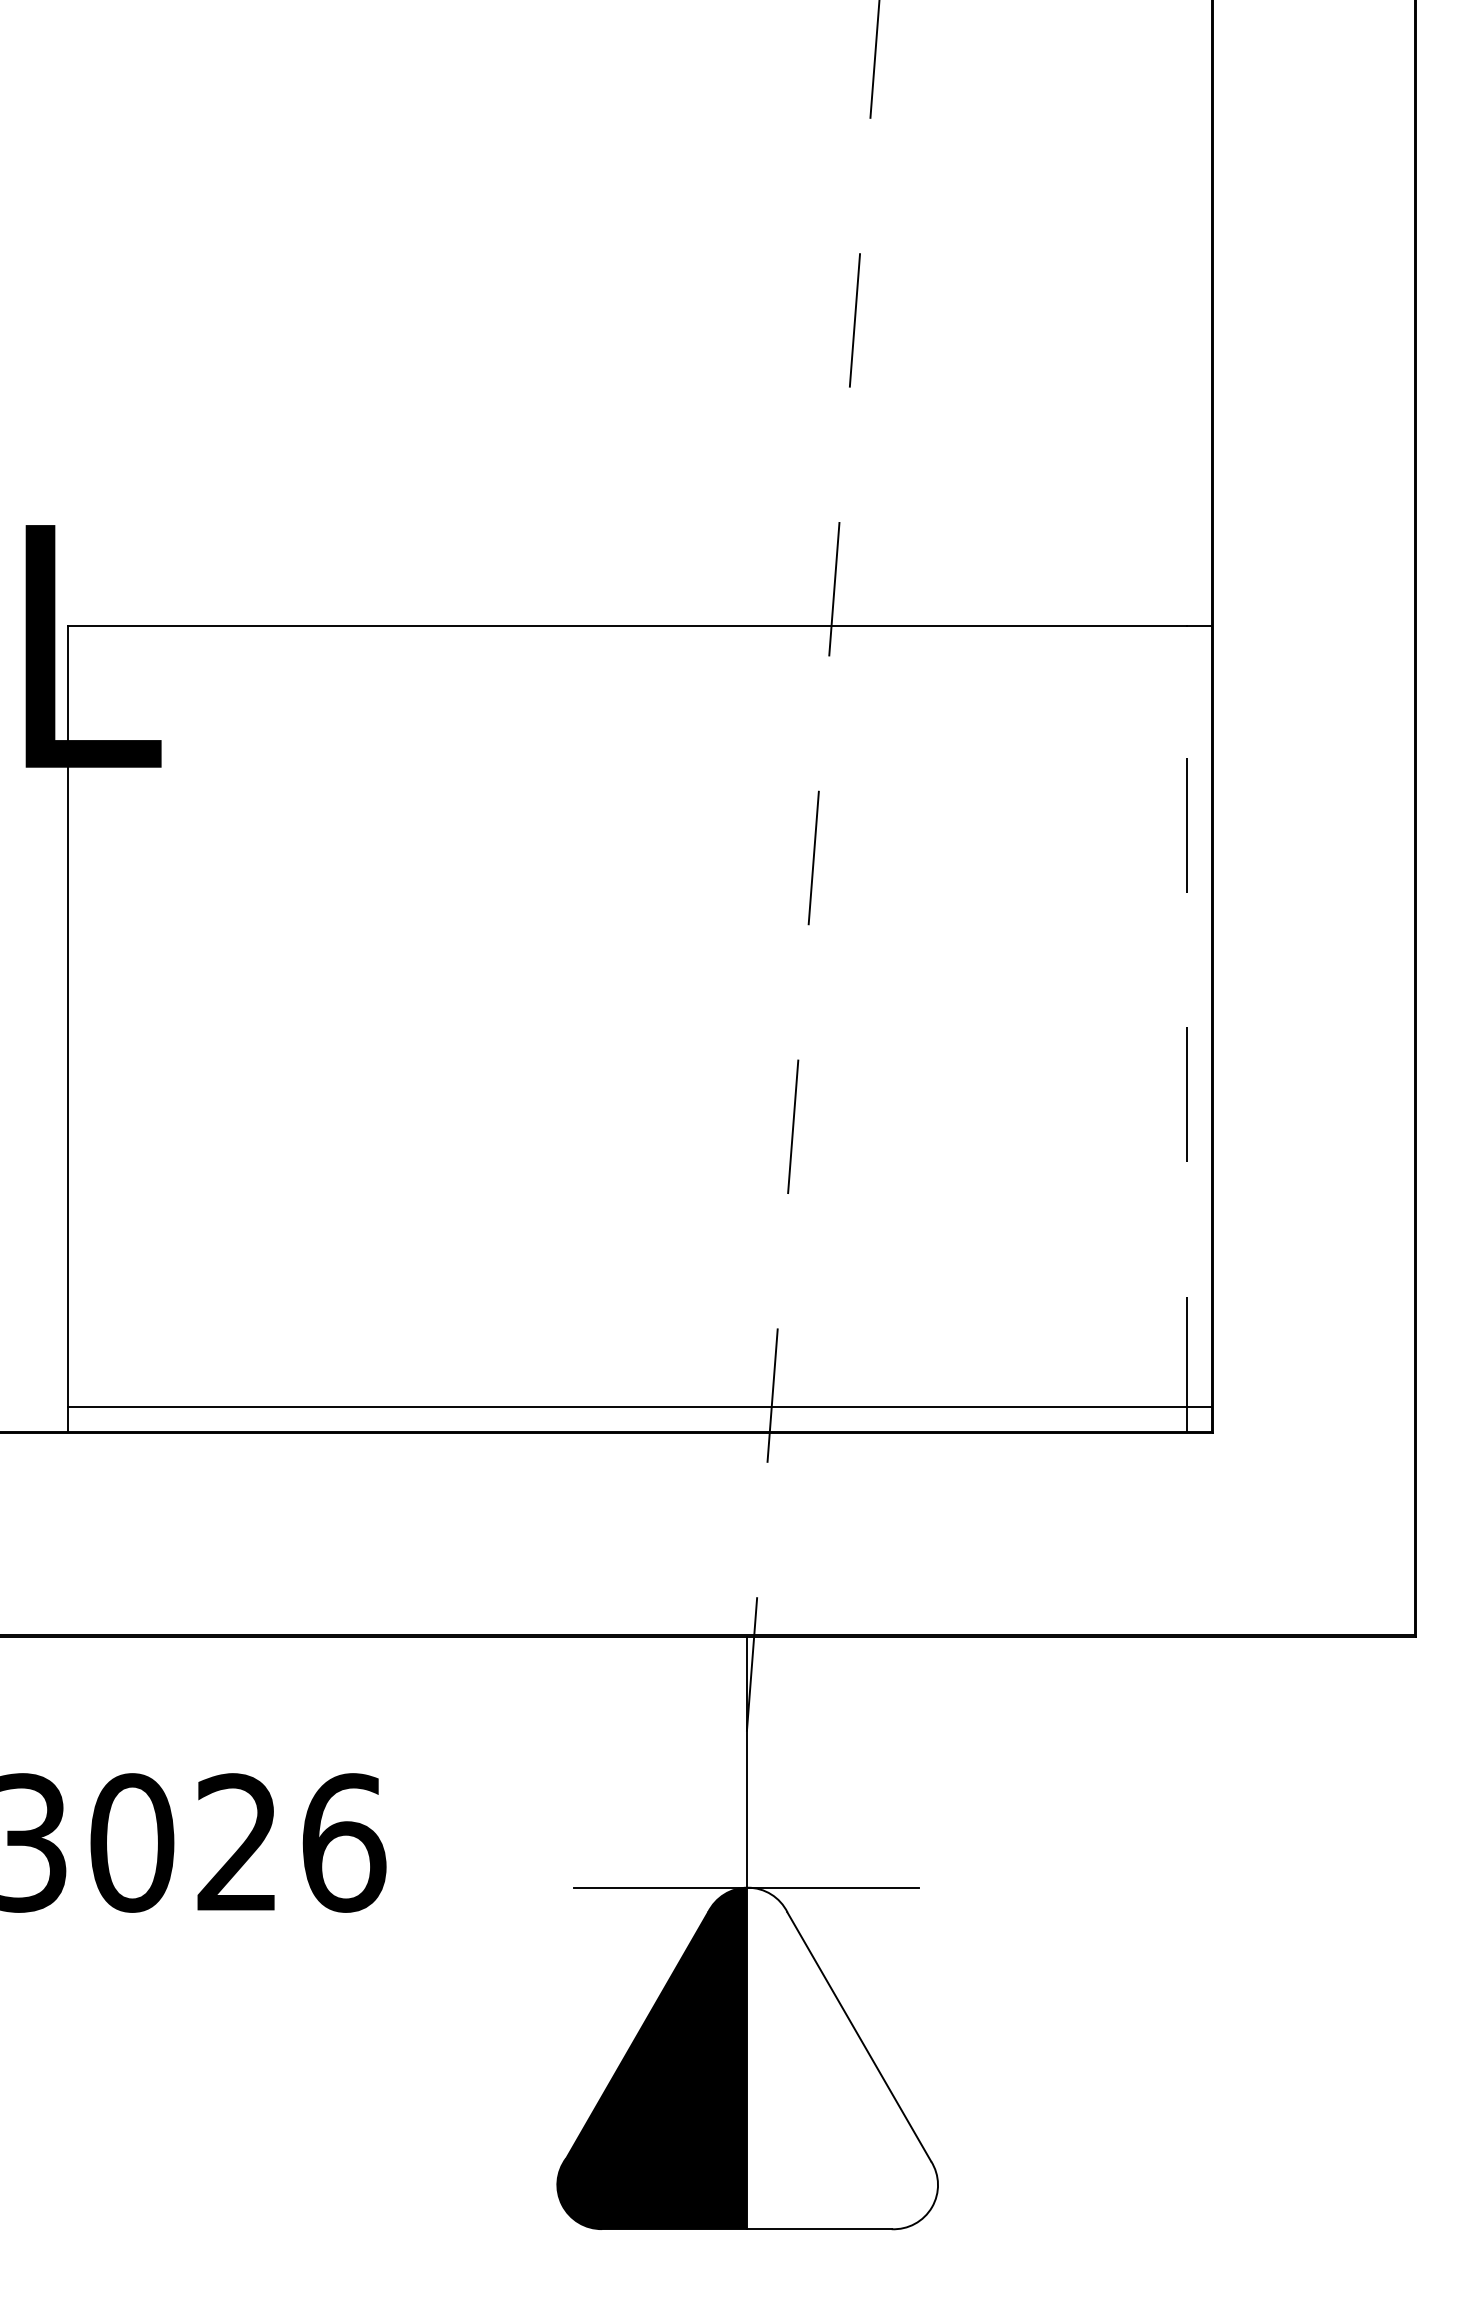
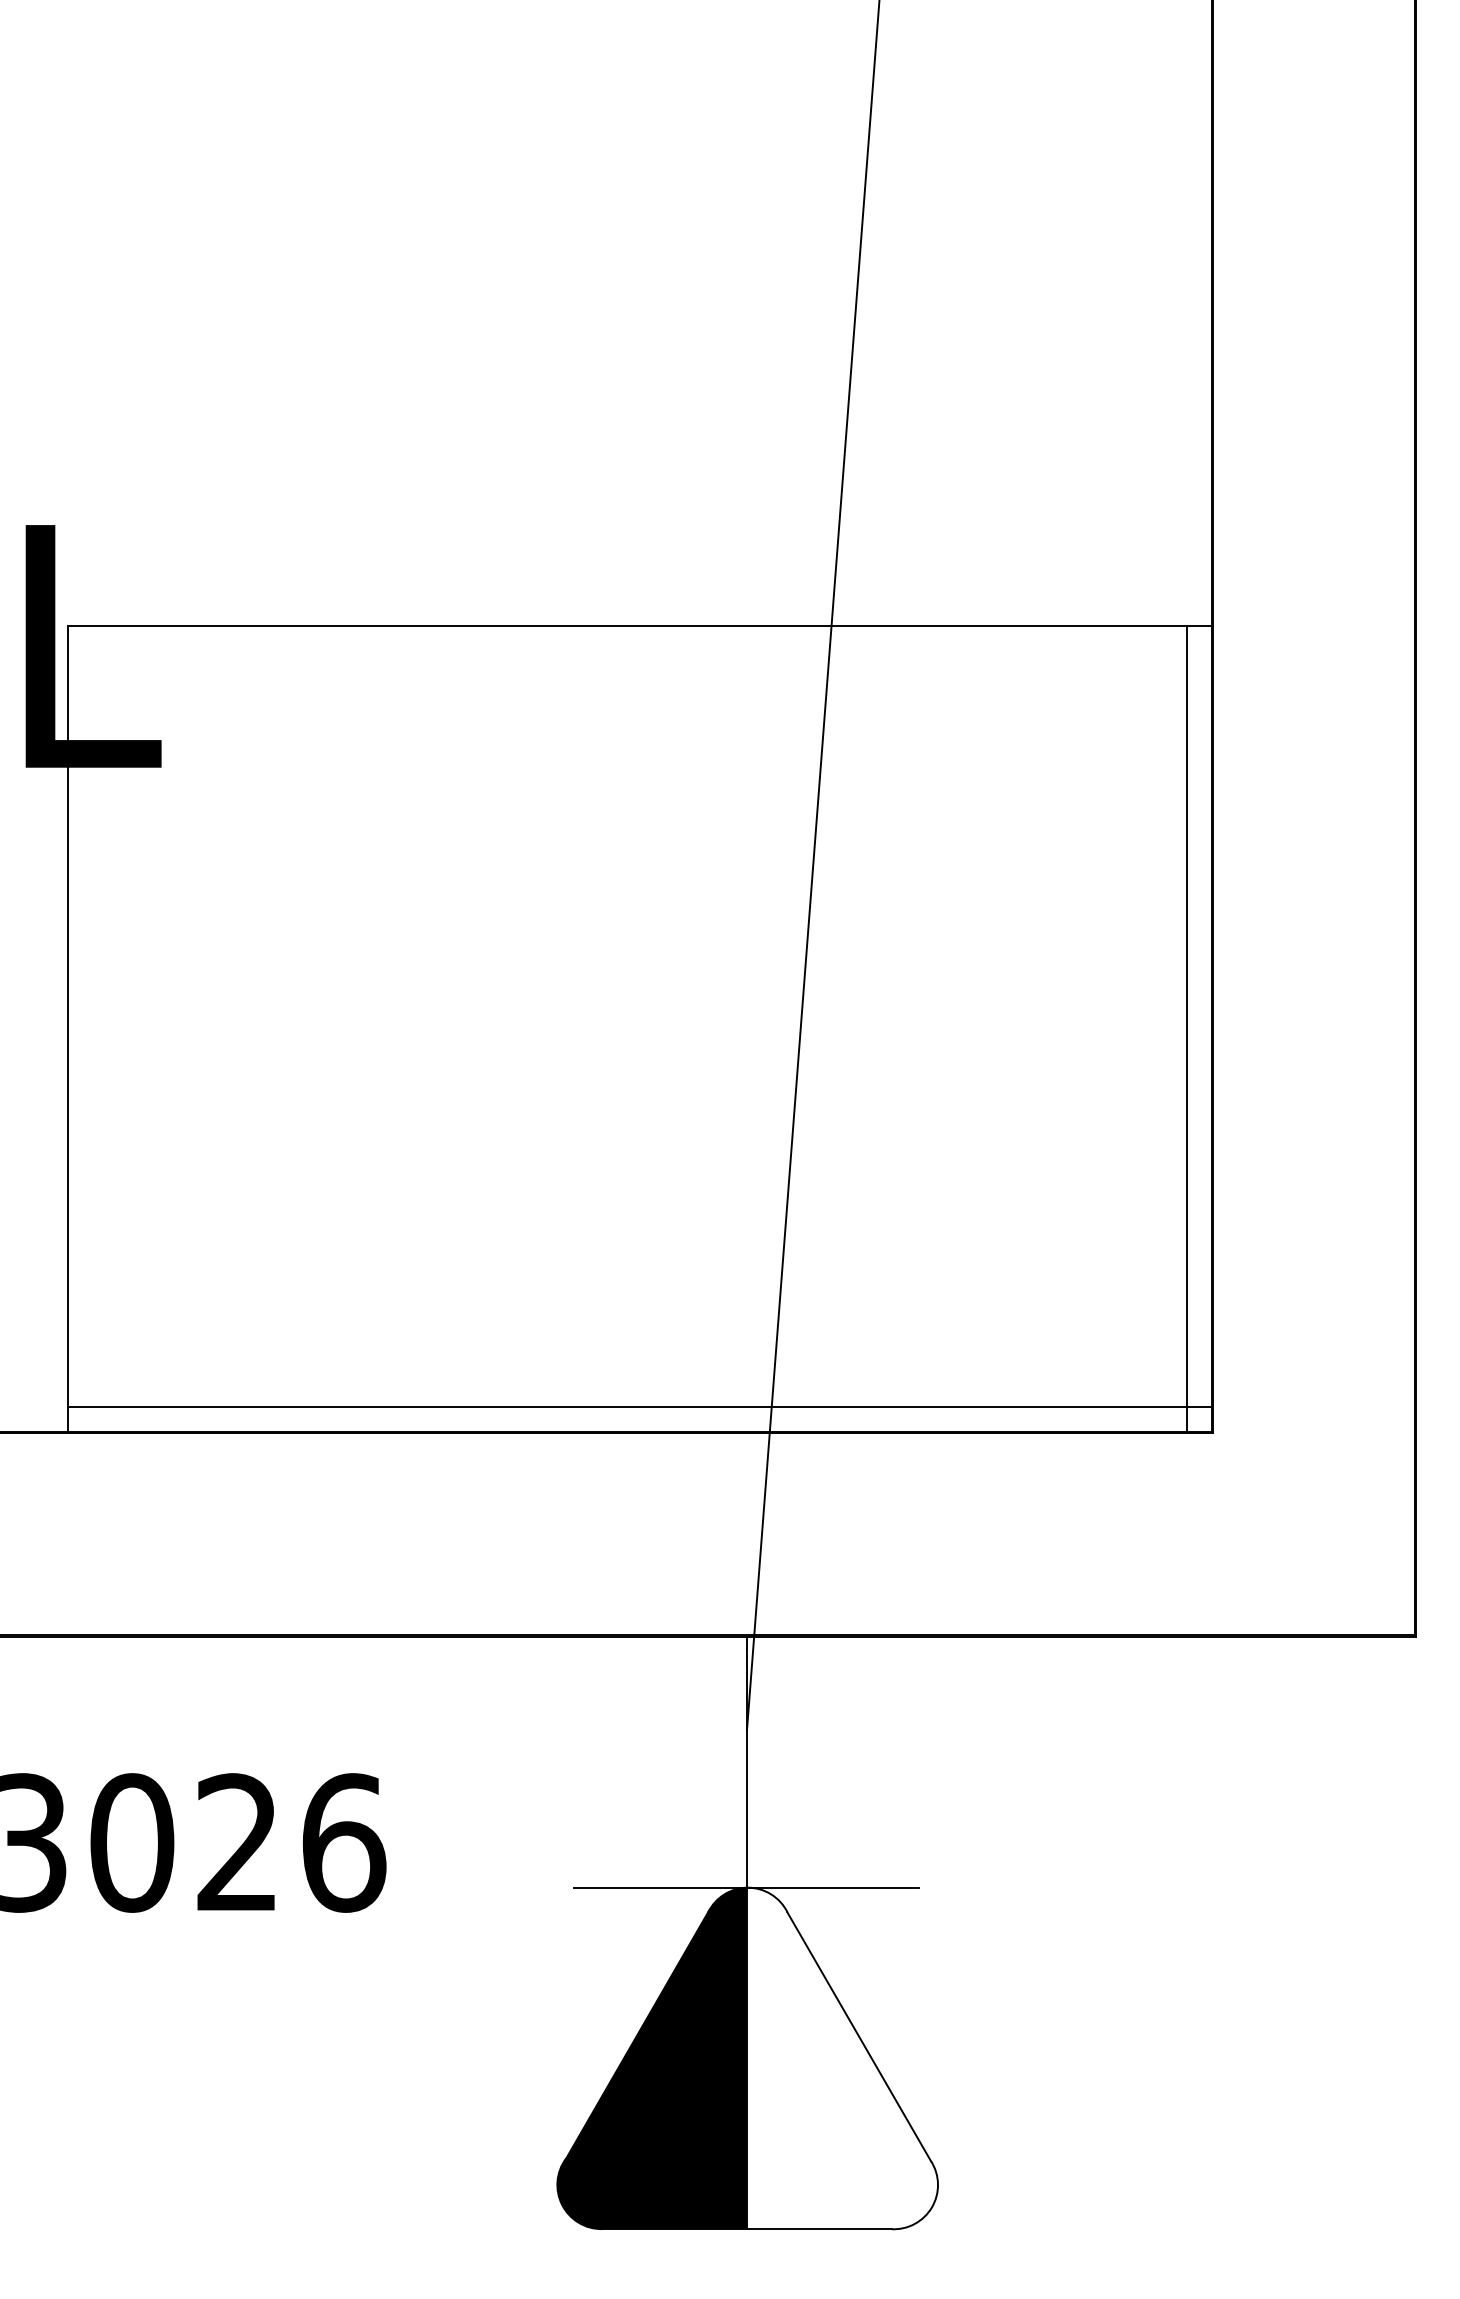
line at (813, 866): dashed -> solid
line at (1187, 1028): dashed -> solid
